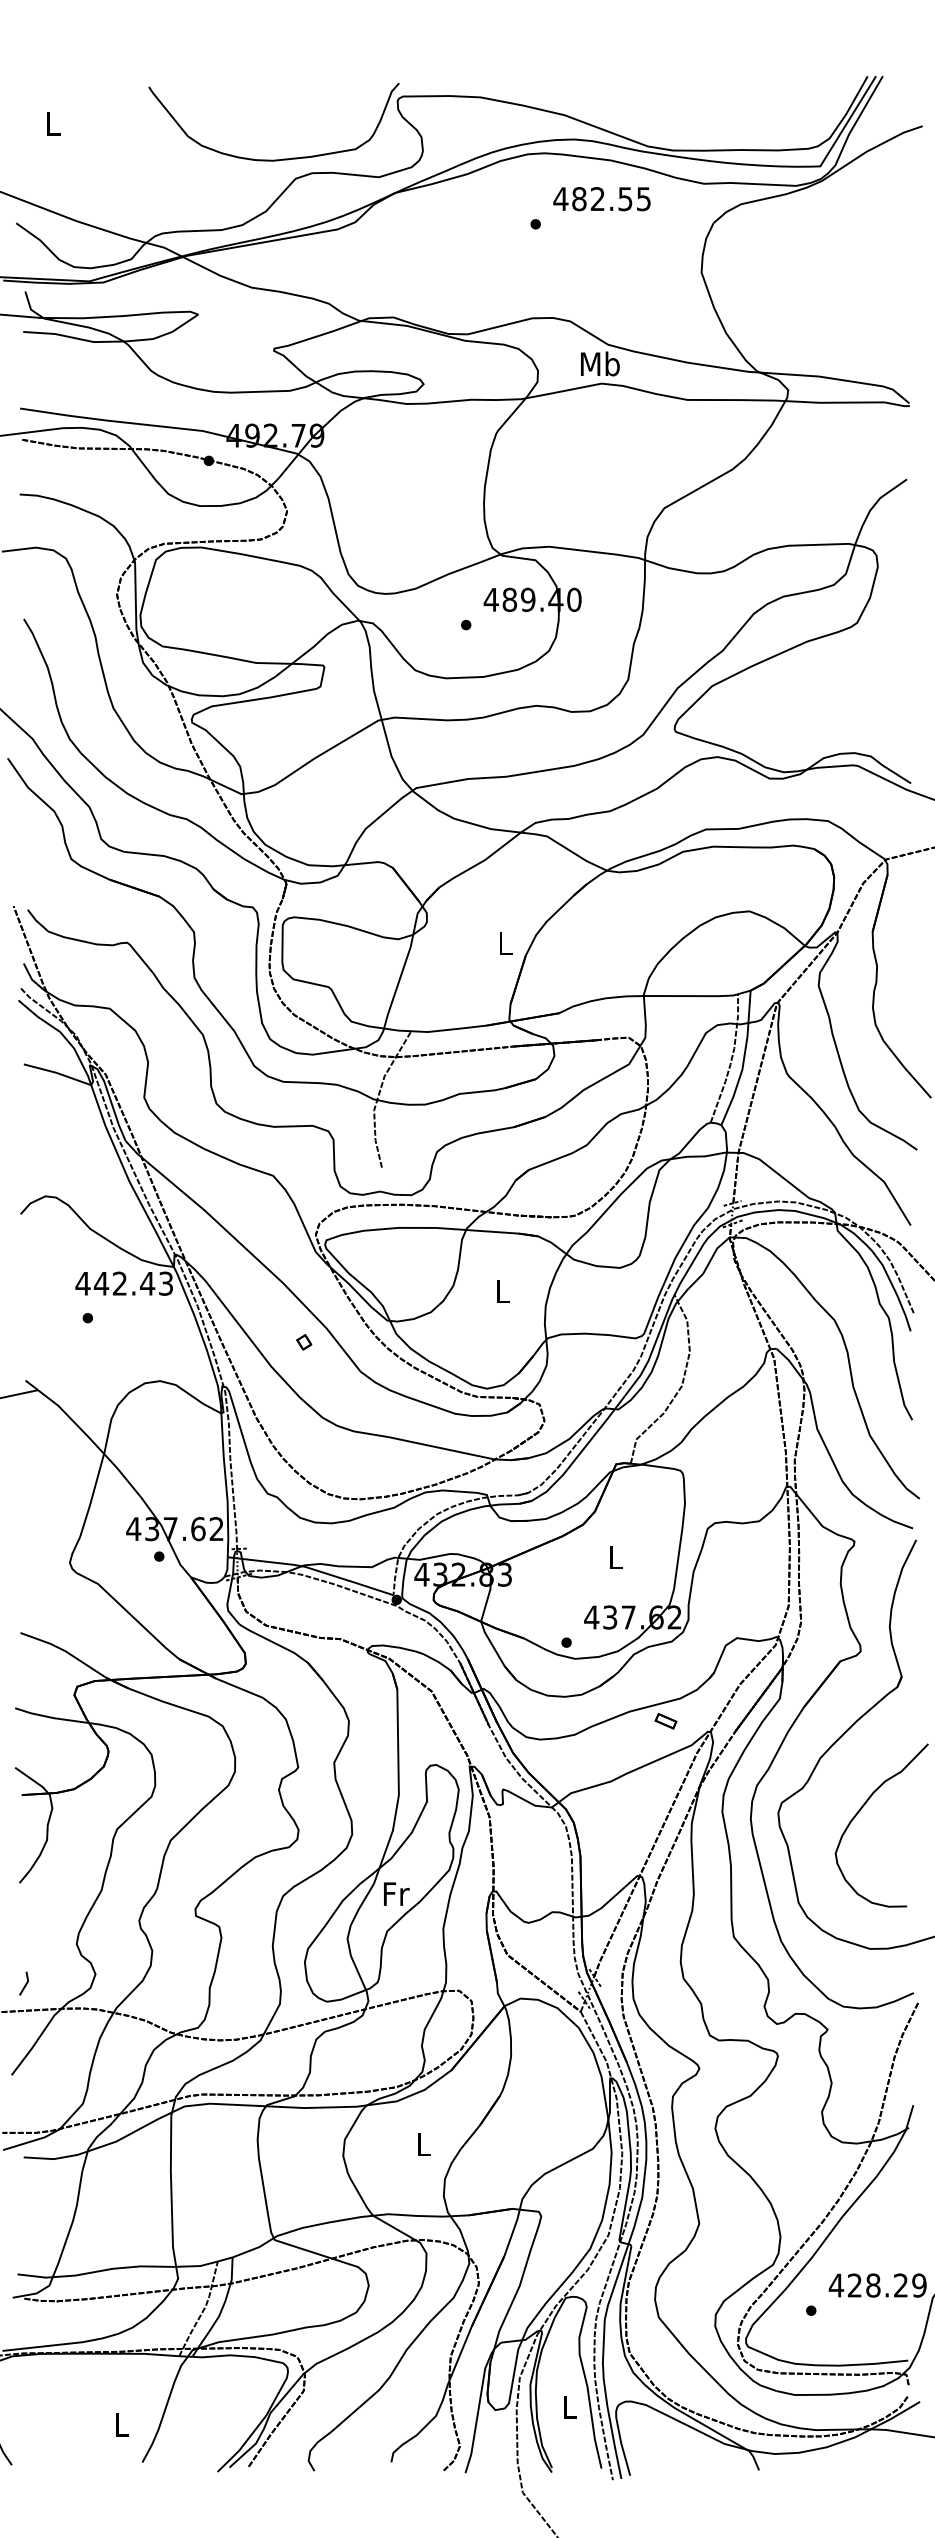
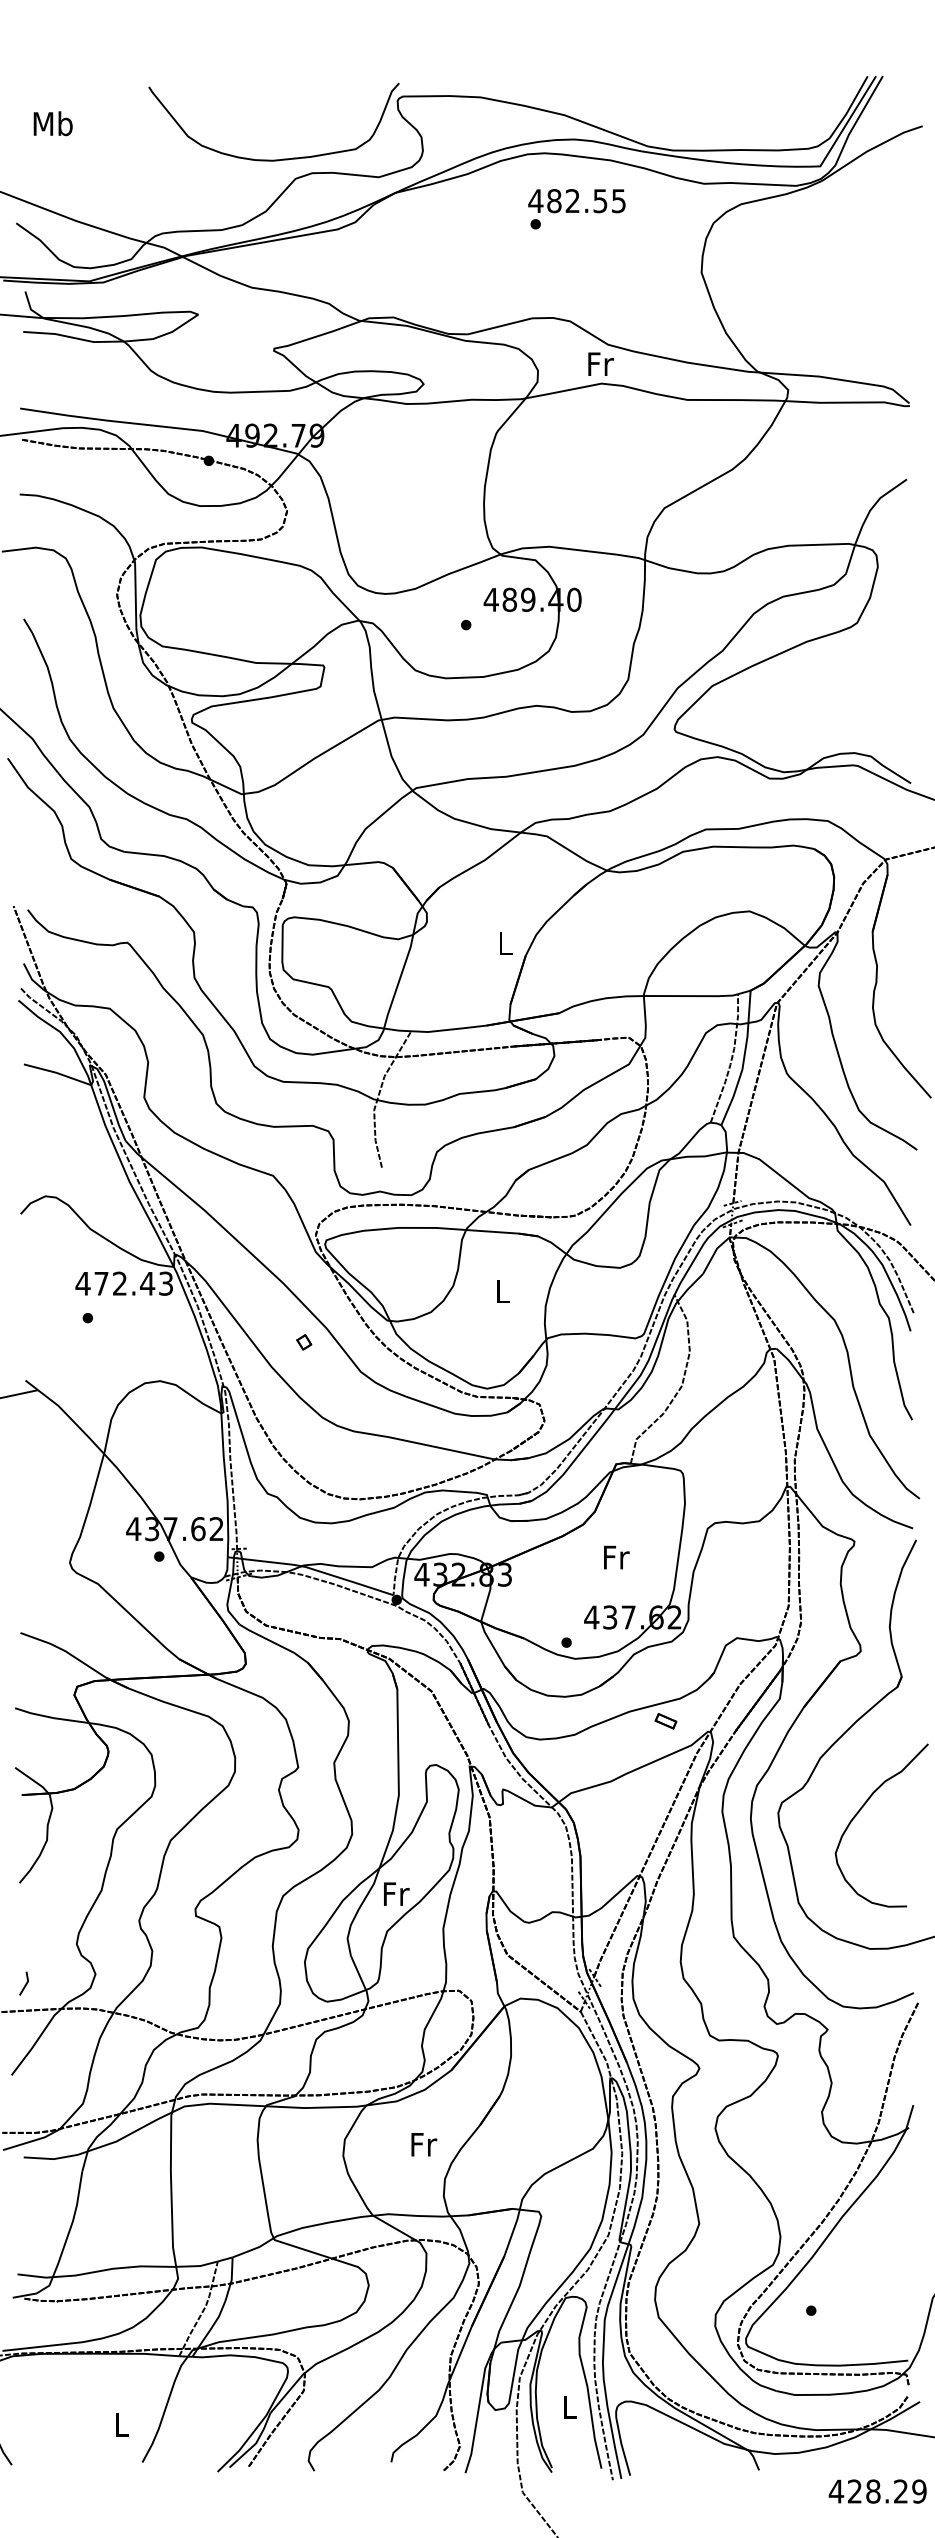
text at (52, 123): L -> Mb
text at (601, 199) position: (601, 199) -> (576, 201)
text at (600, 363): Mb -> Fr
text at (101, 1283): 442.43 -> 472.43
text at (616, 1557): L -> Fr
text at (424, 2144): L -> Fr
text at (877, 2285) position: (877, 2285) -> (877, 2491)
